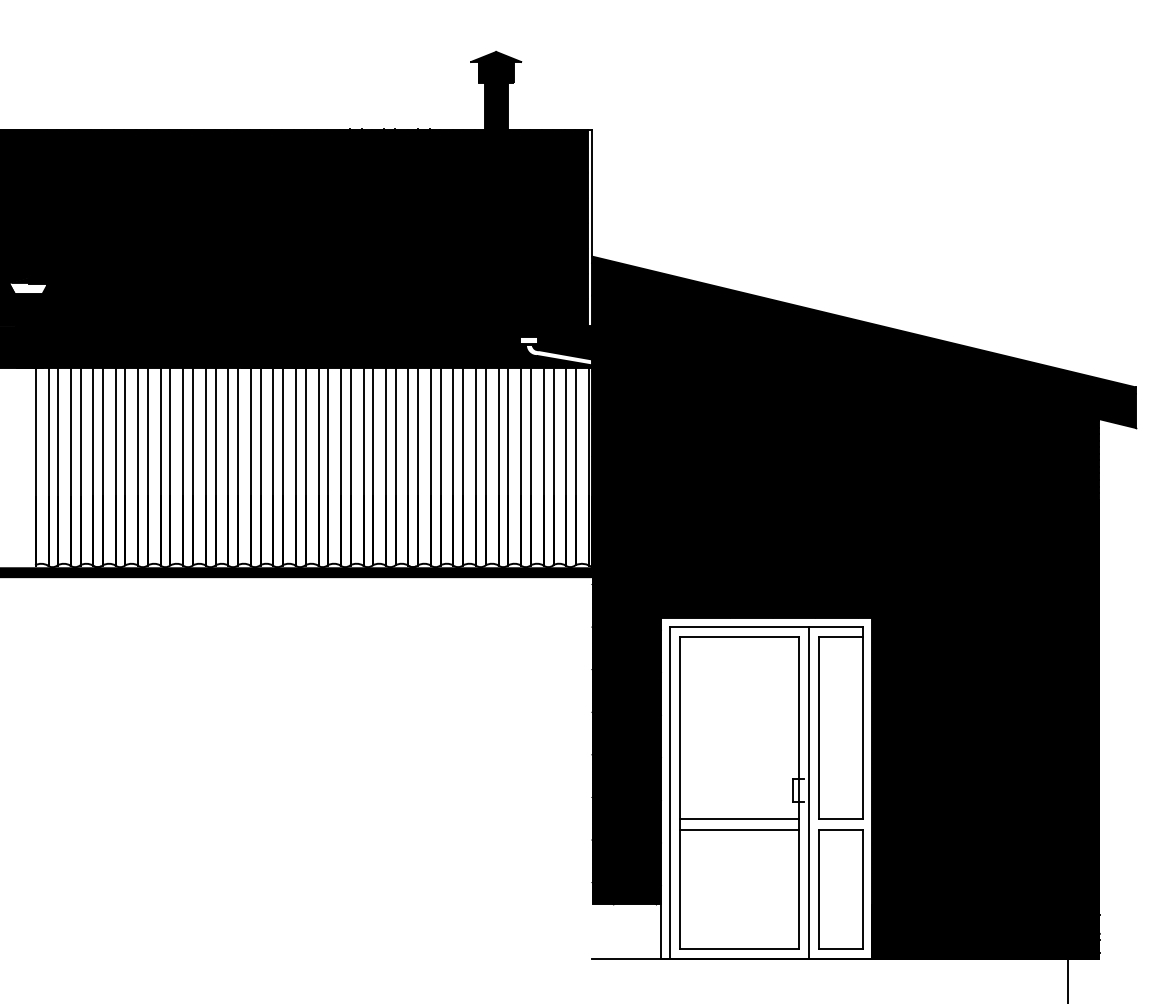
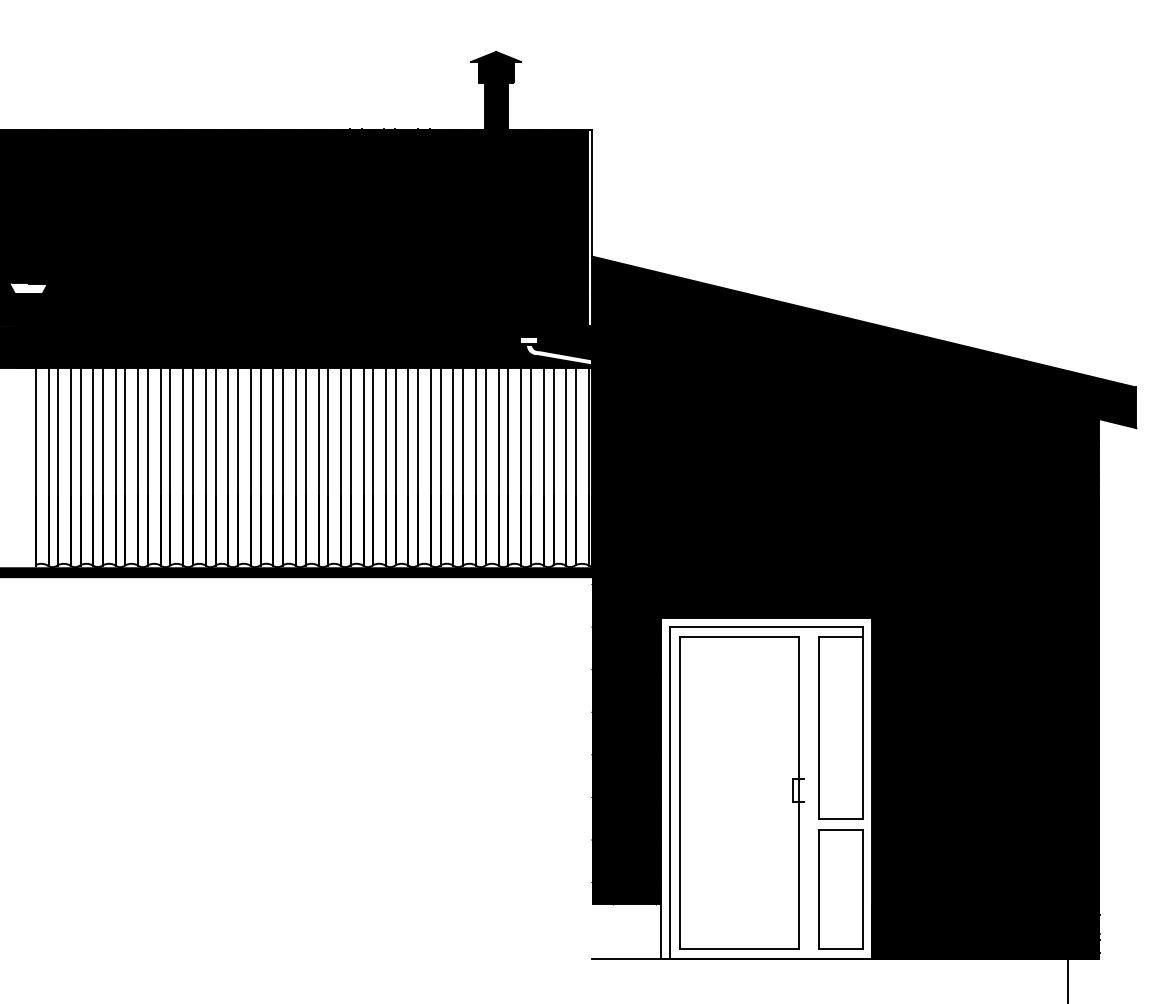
line at (808, 793): present -> none
line at (739, 819): present -> none
line at (739, 829): present -> none
